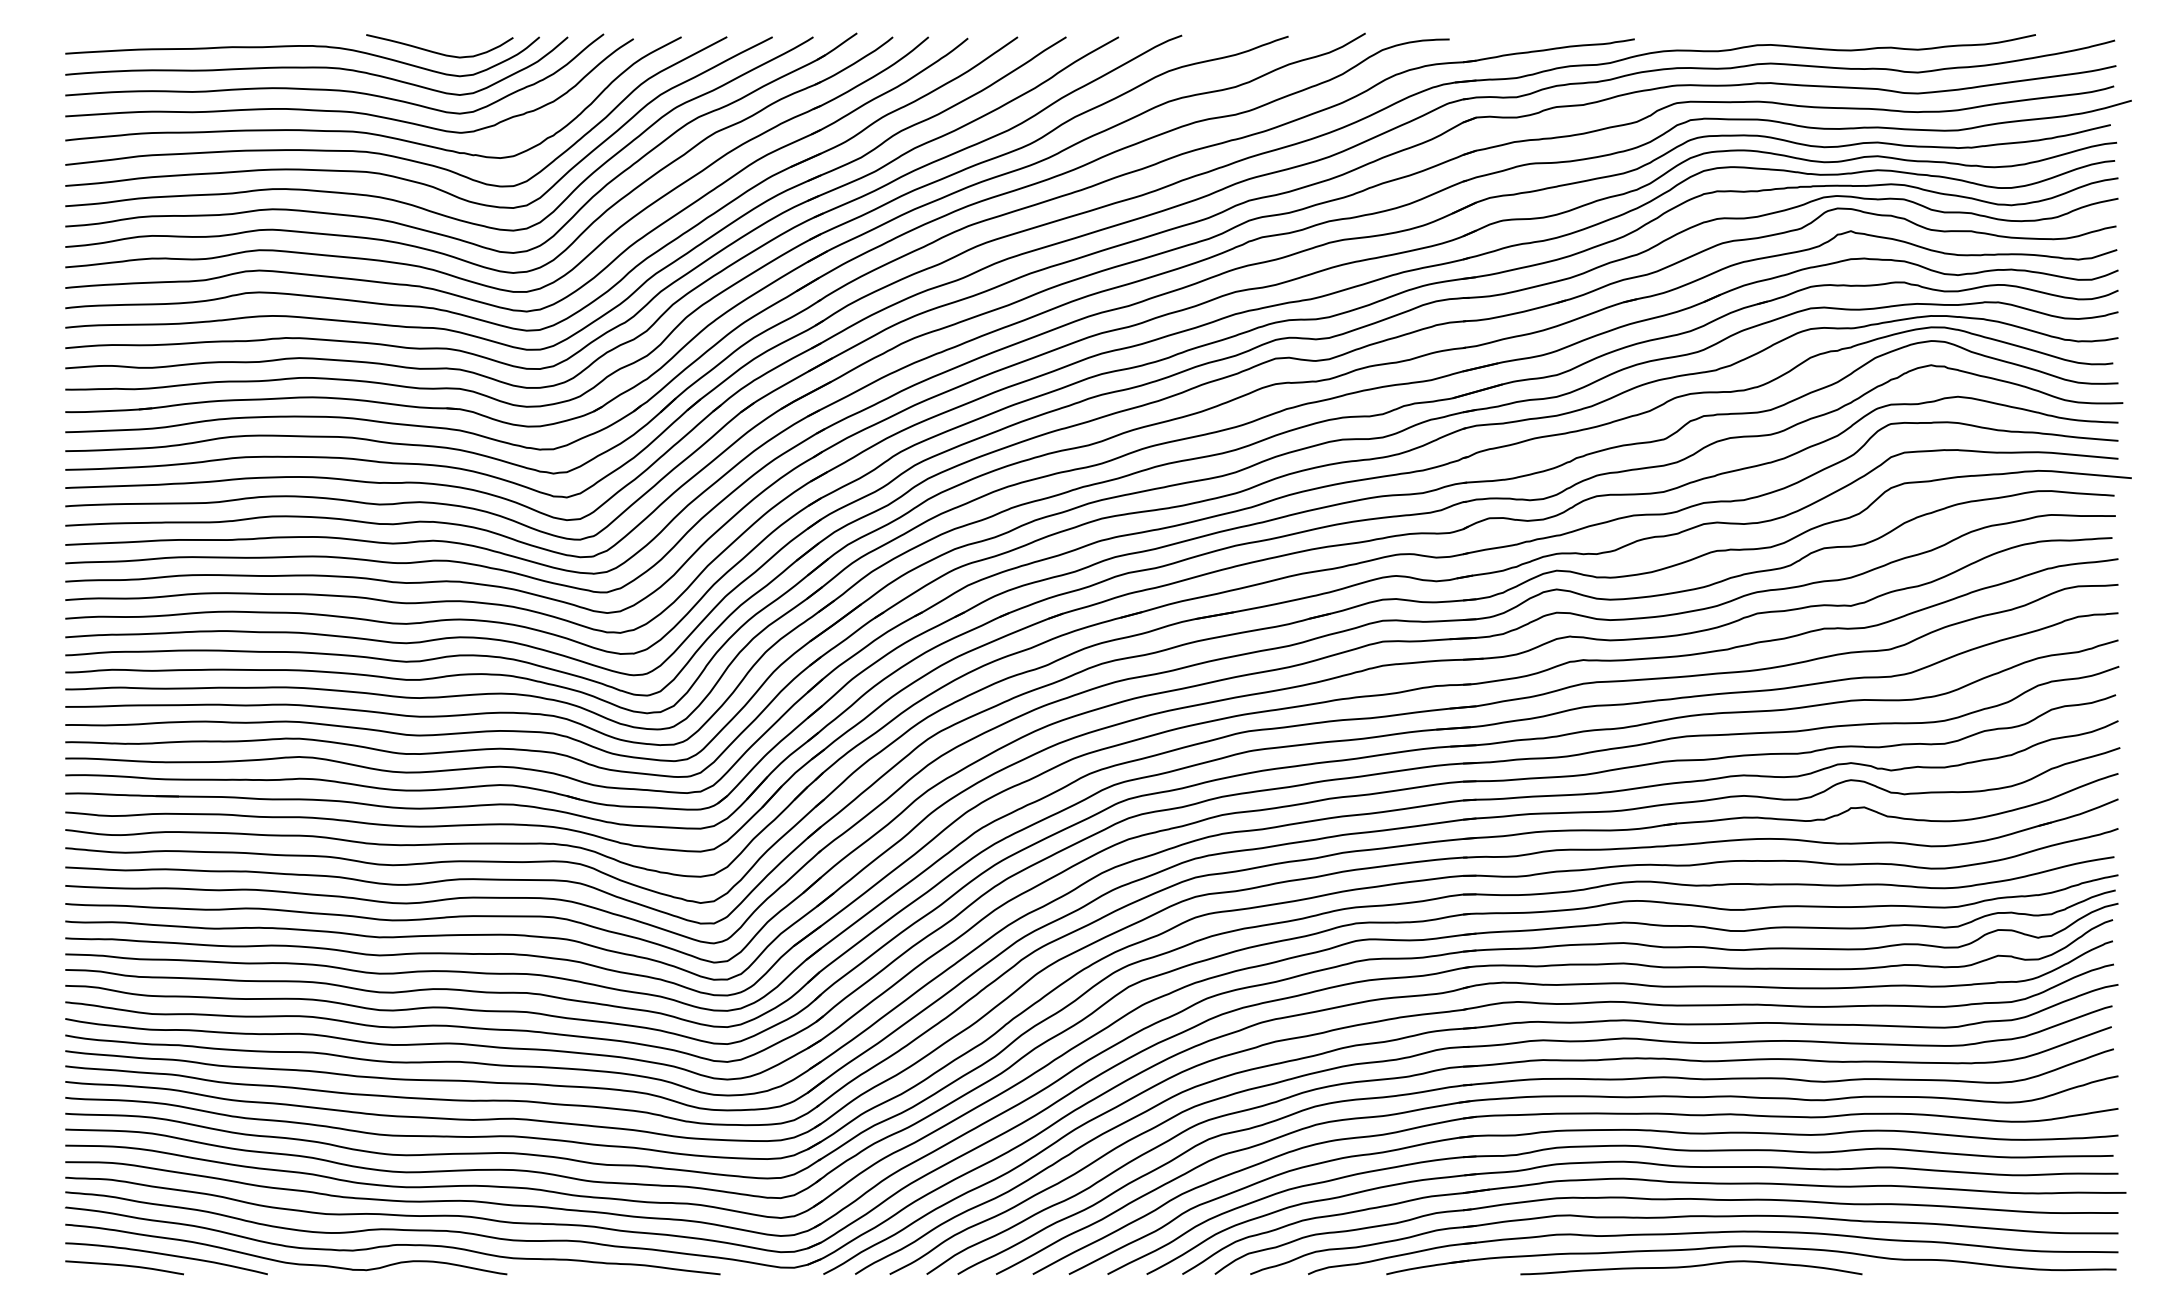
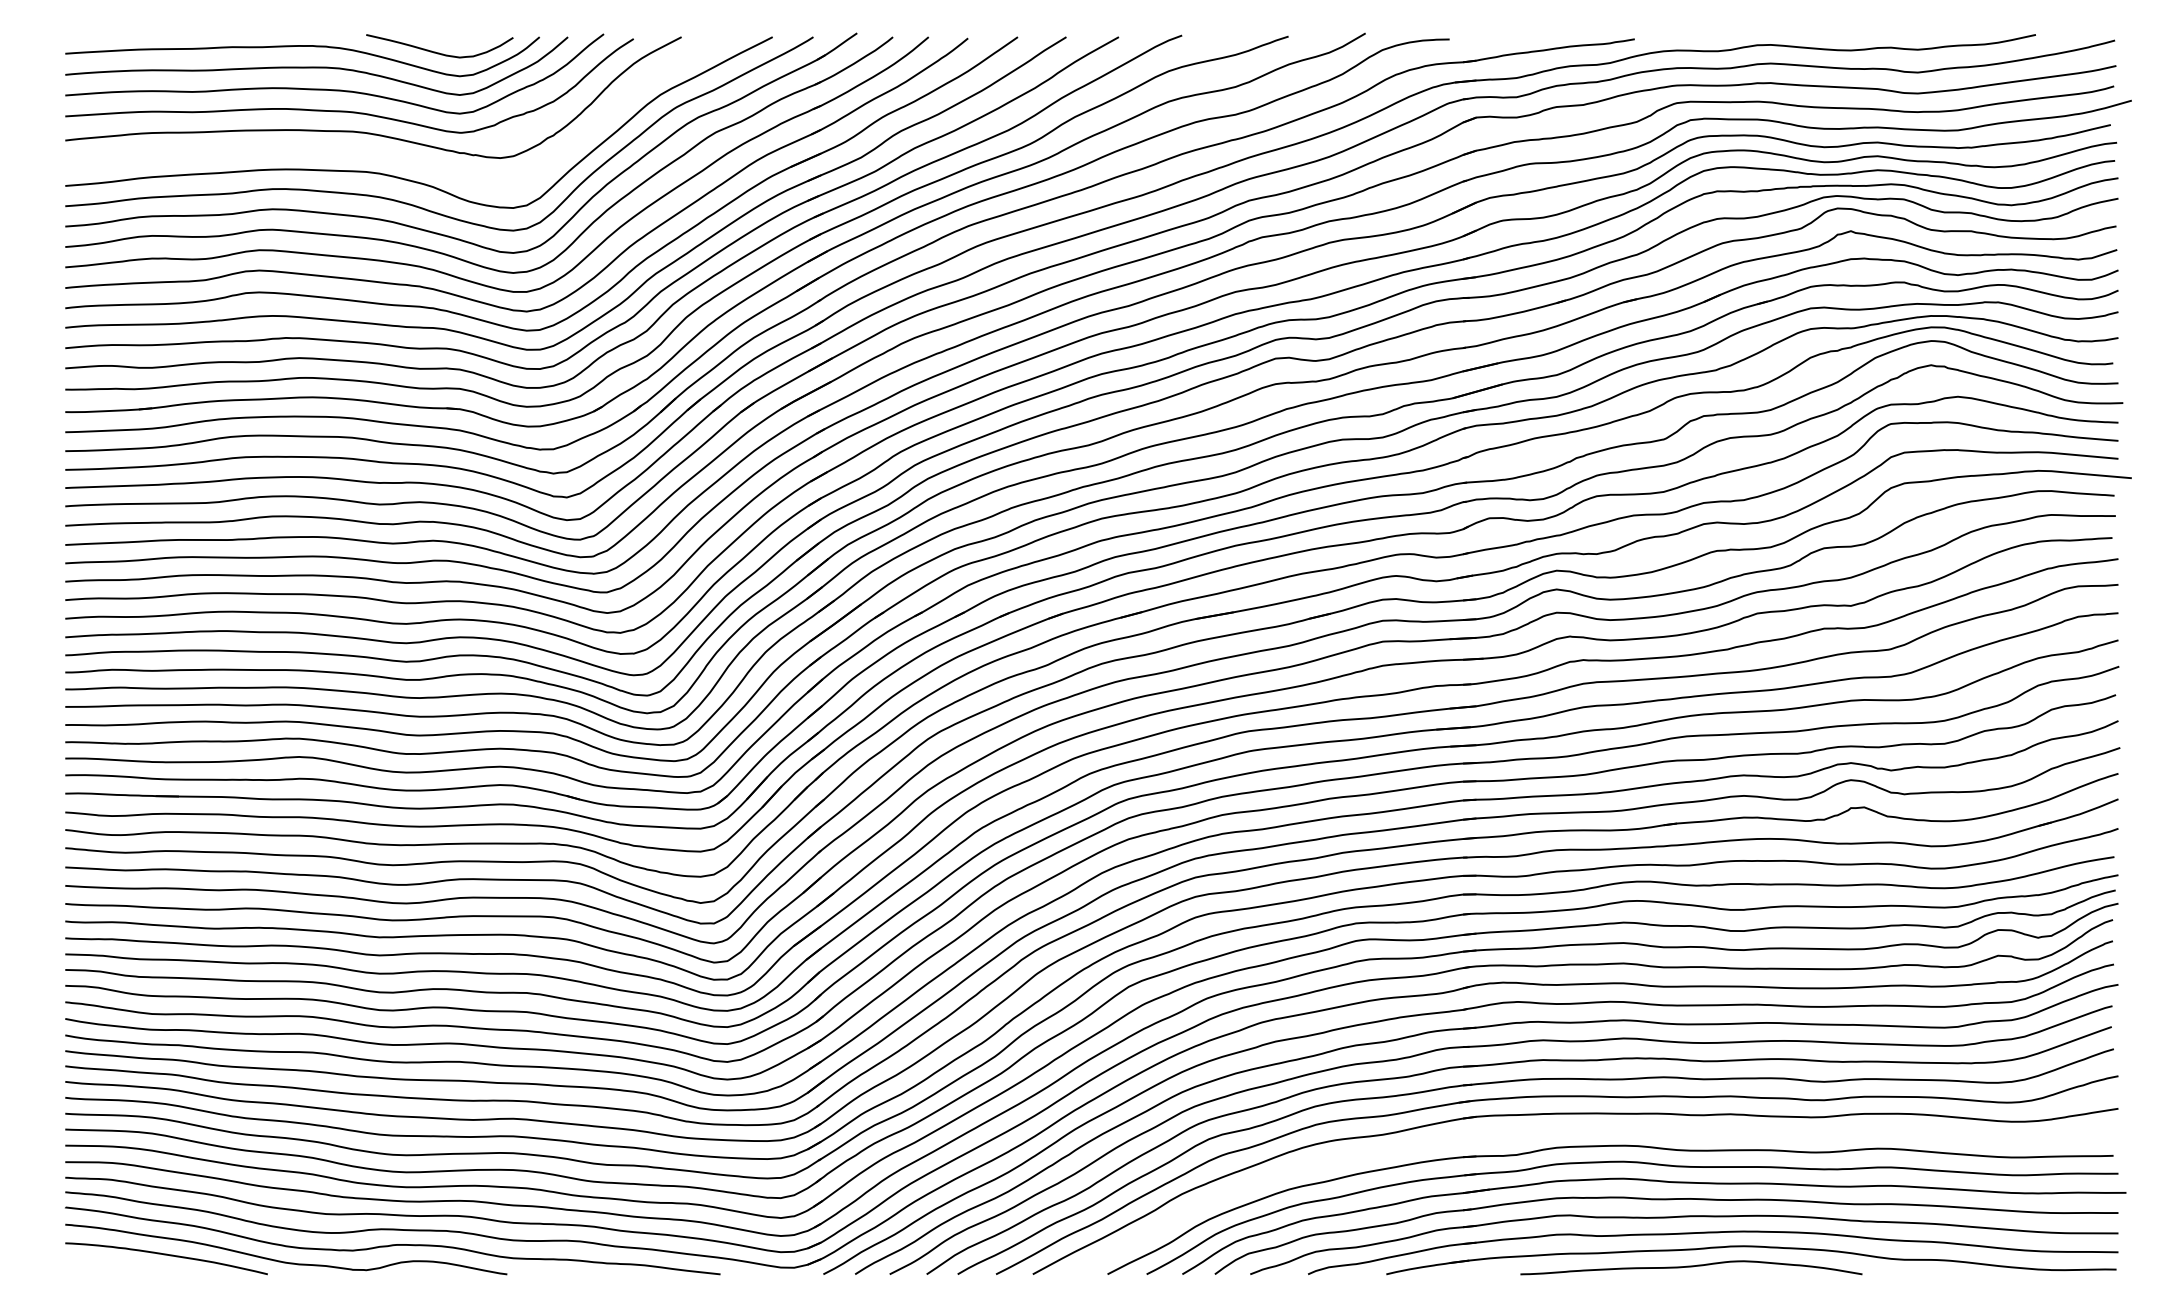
curve at (389, 154): present -> none
part at (1590, 1131): present -> none
curve at (124, 1266): present -> none
